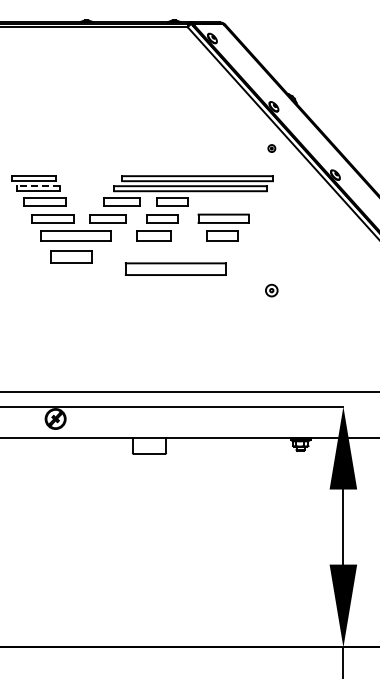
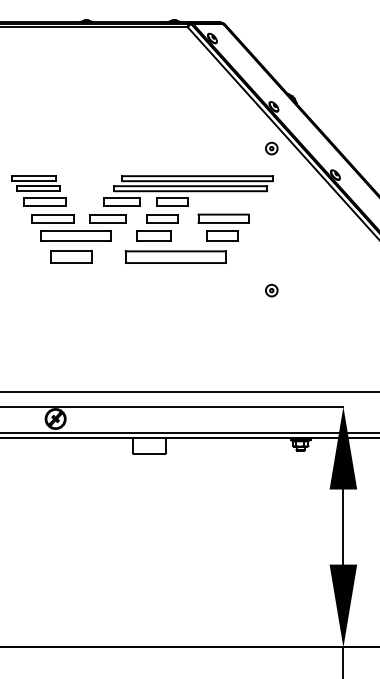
part at (271, 148) size: 10x9 px -> 14x15 px
line at (38, 186): dashed -> solid
part at (175, 268) position: (175, 268) -> (175, 256)
line at (189, 432): none -> present
